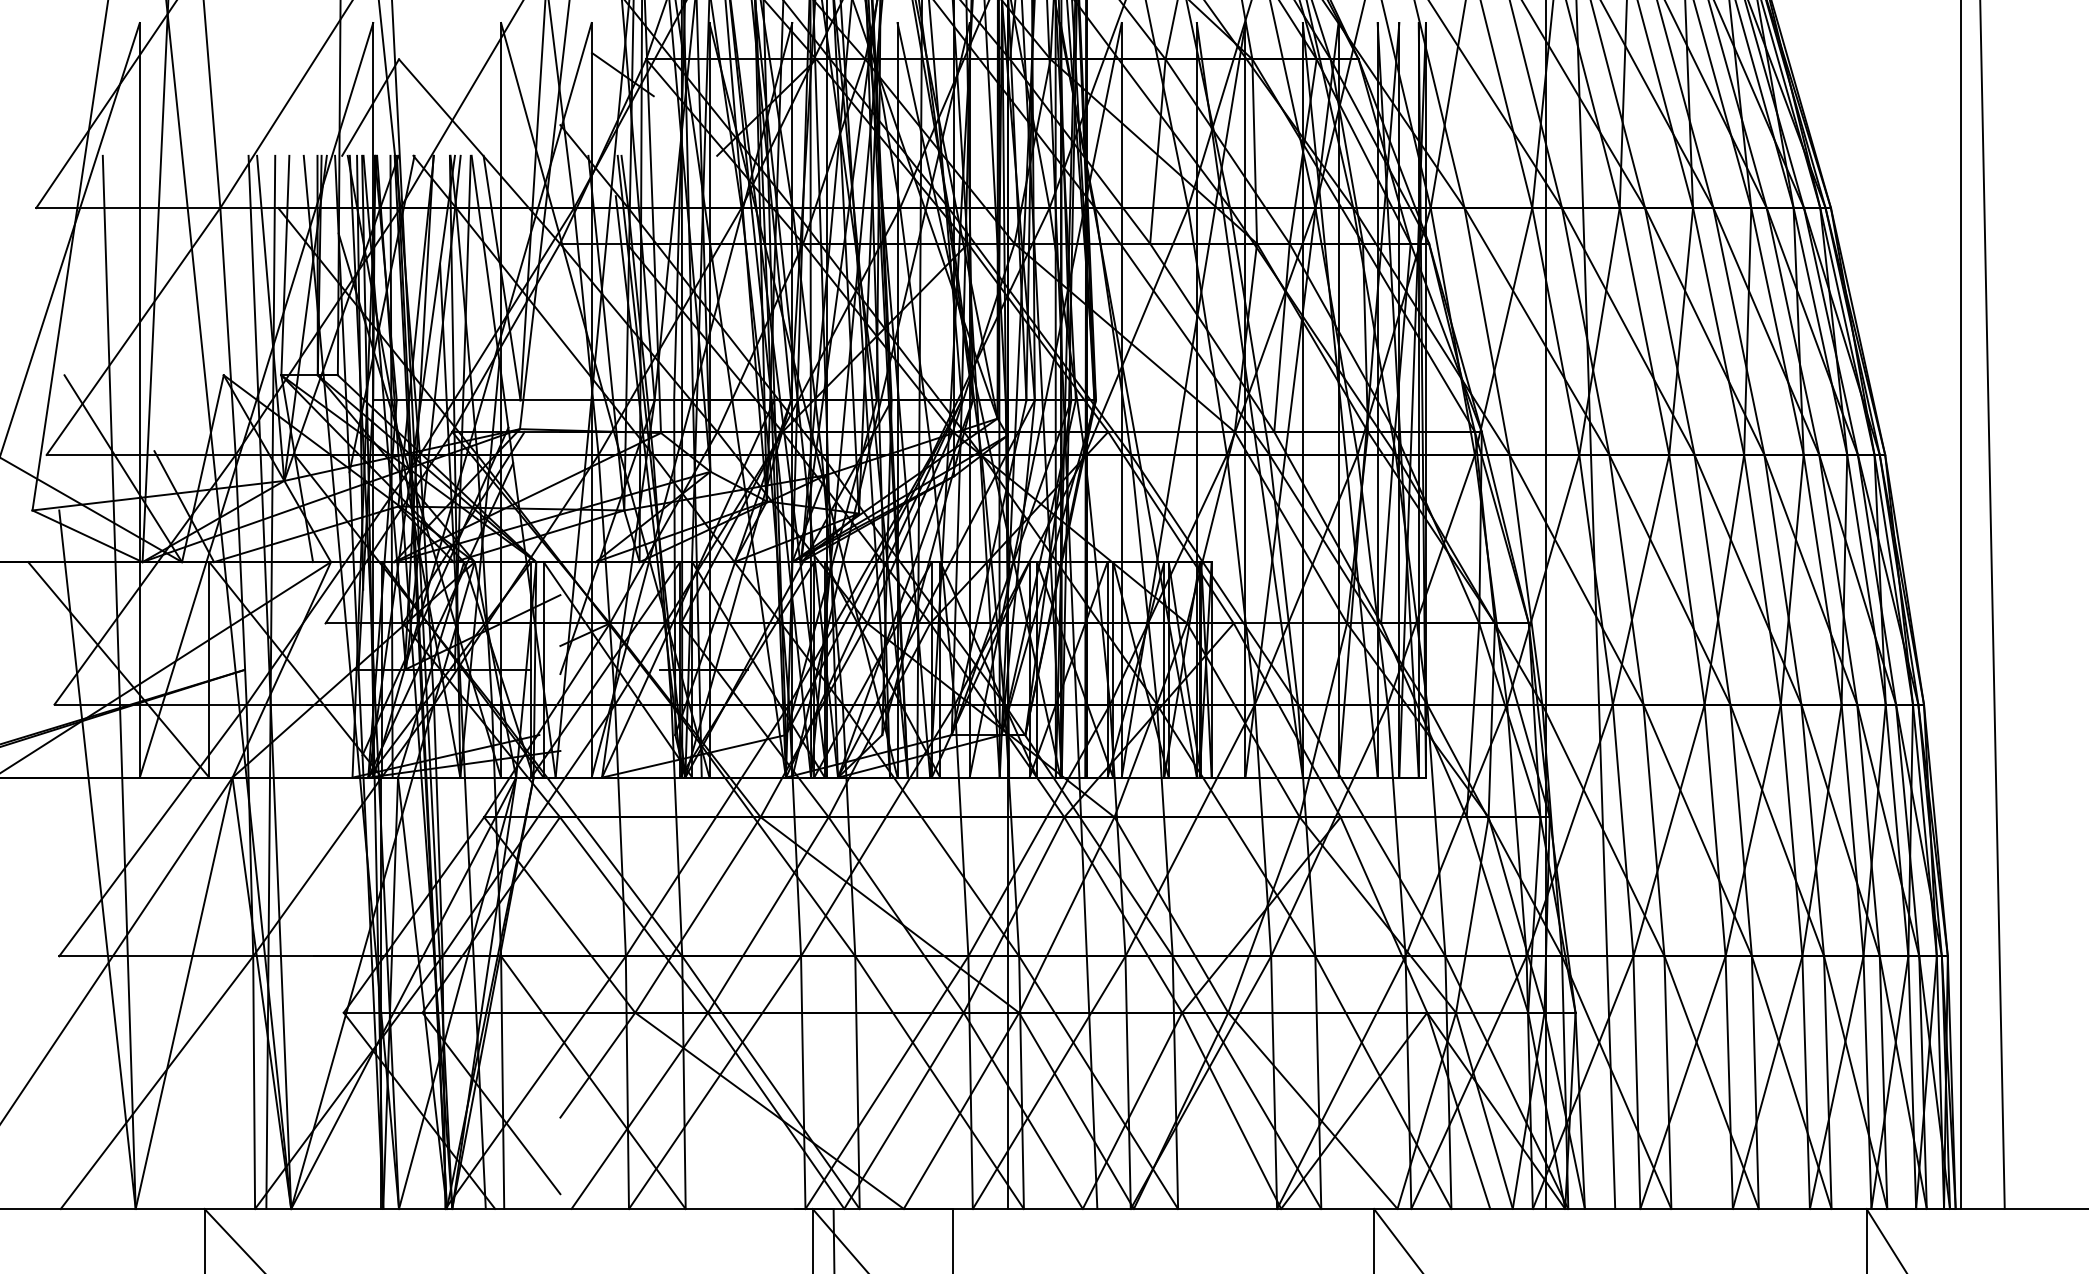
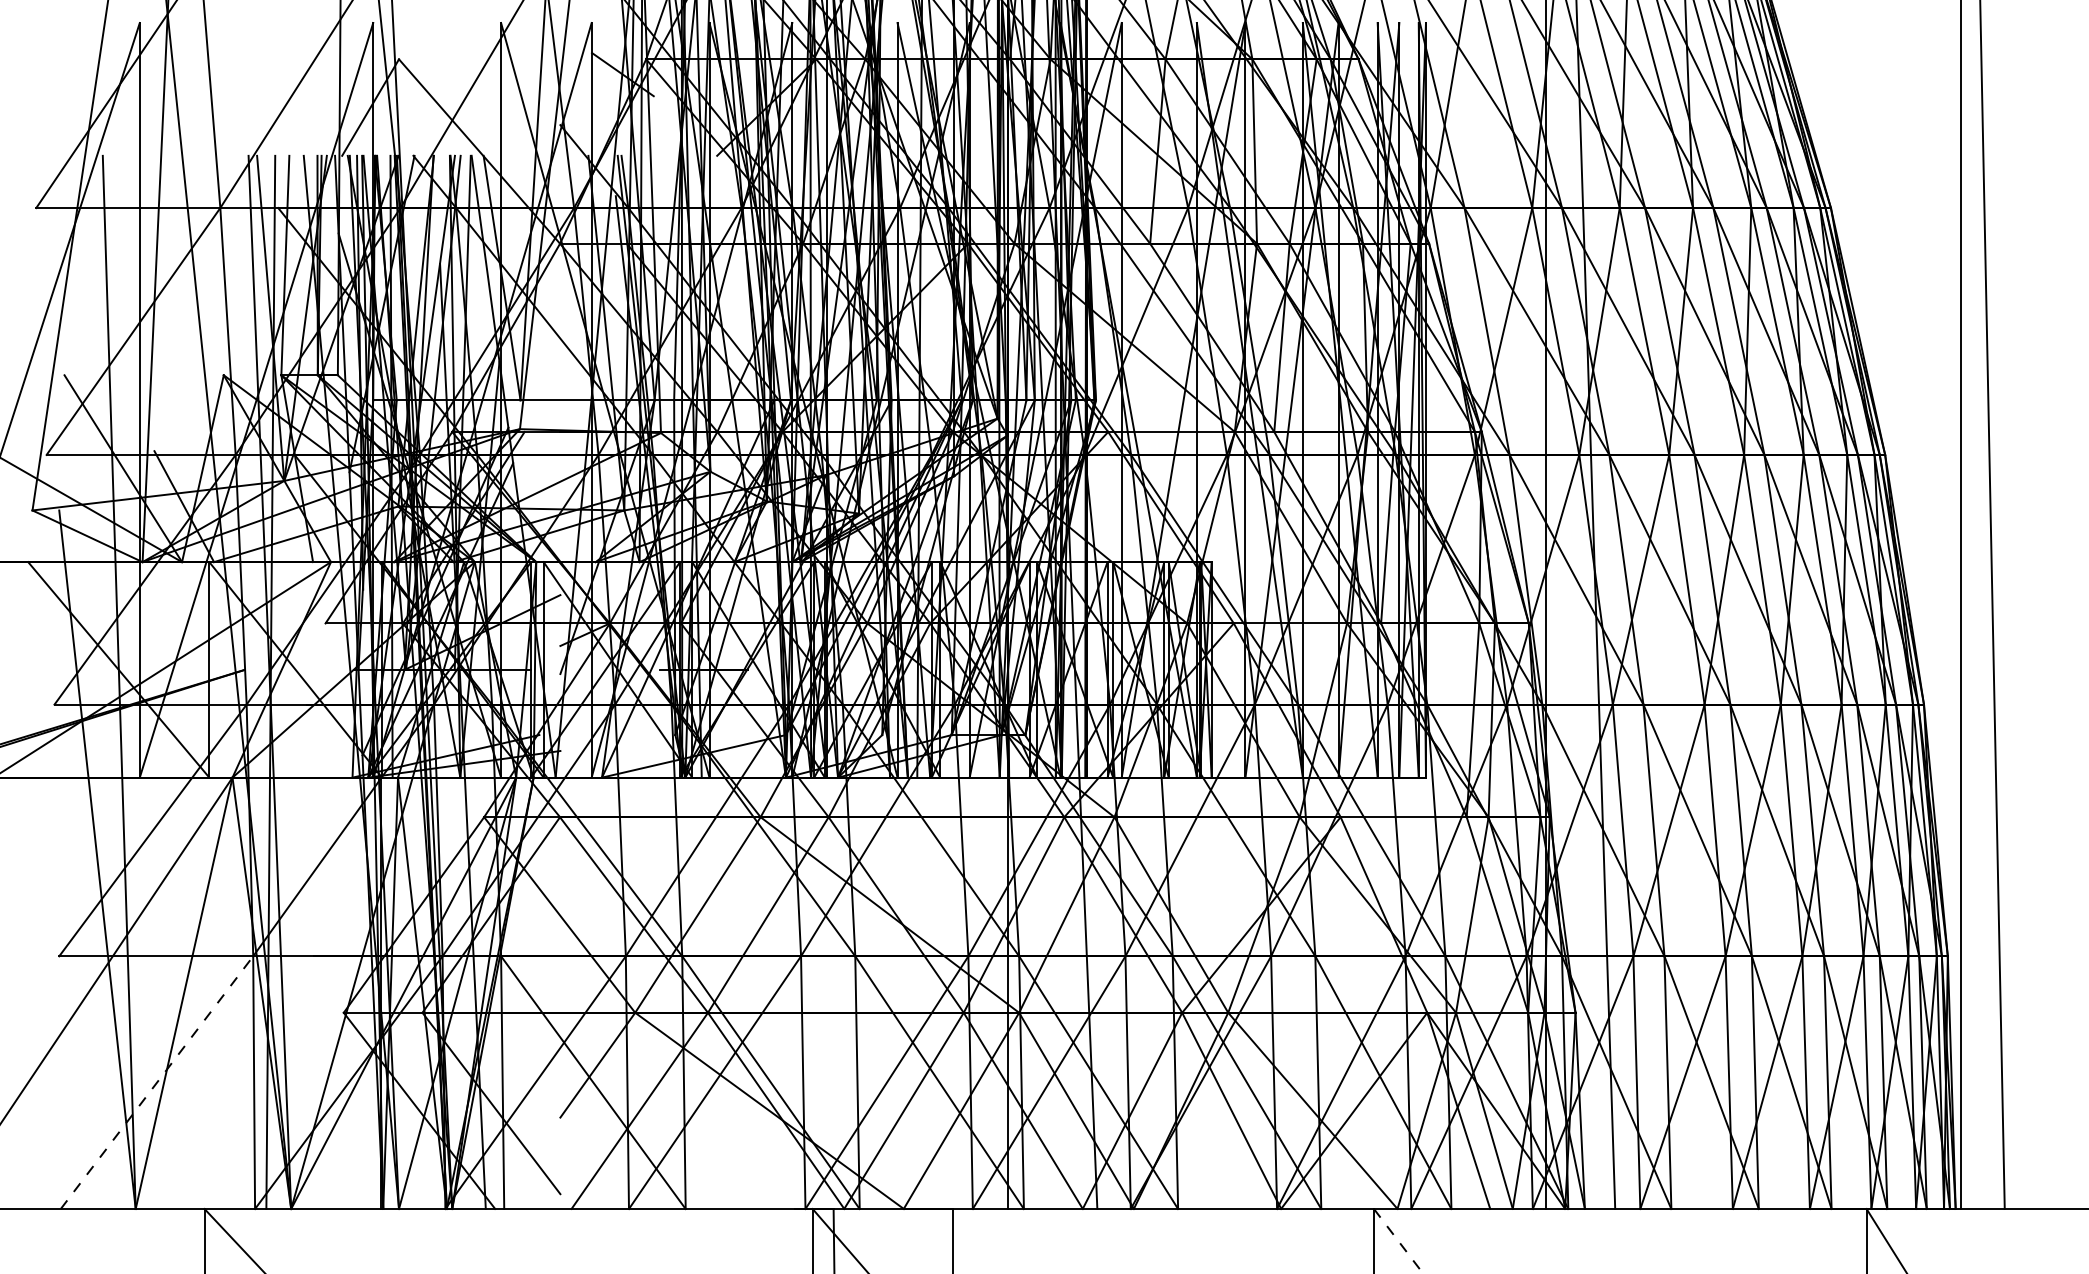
line at (157, 1082): solid -> dashed
line at (1398, 1241): solid -> dashed
